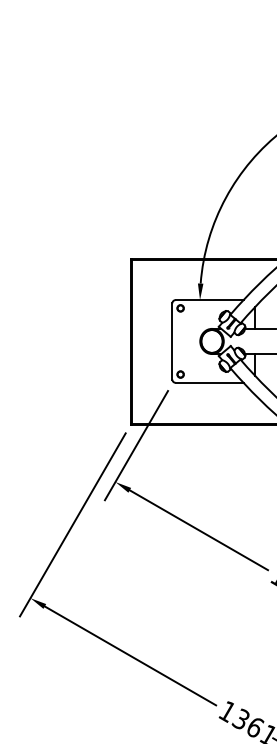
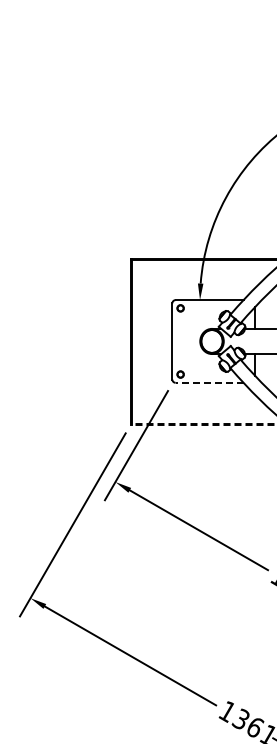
line at (209, 382): solid -> dashed
line at (203, 424): solid -> dashed
